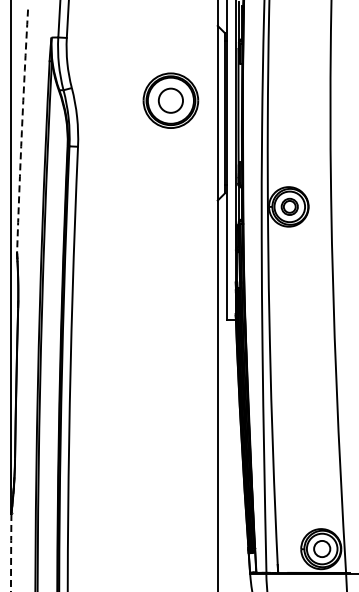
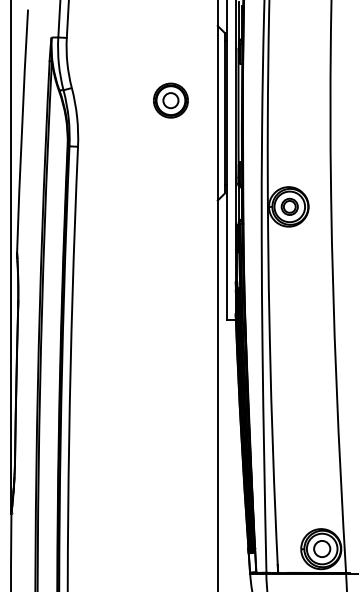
part at (170, 100) size: 58x57 px -> 36x37 px
arc at (21, 131): dashed -> solid
arc at (11, 552): dashed -> solid
